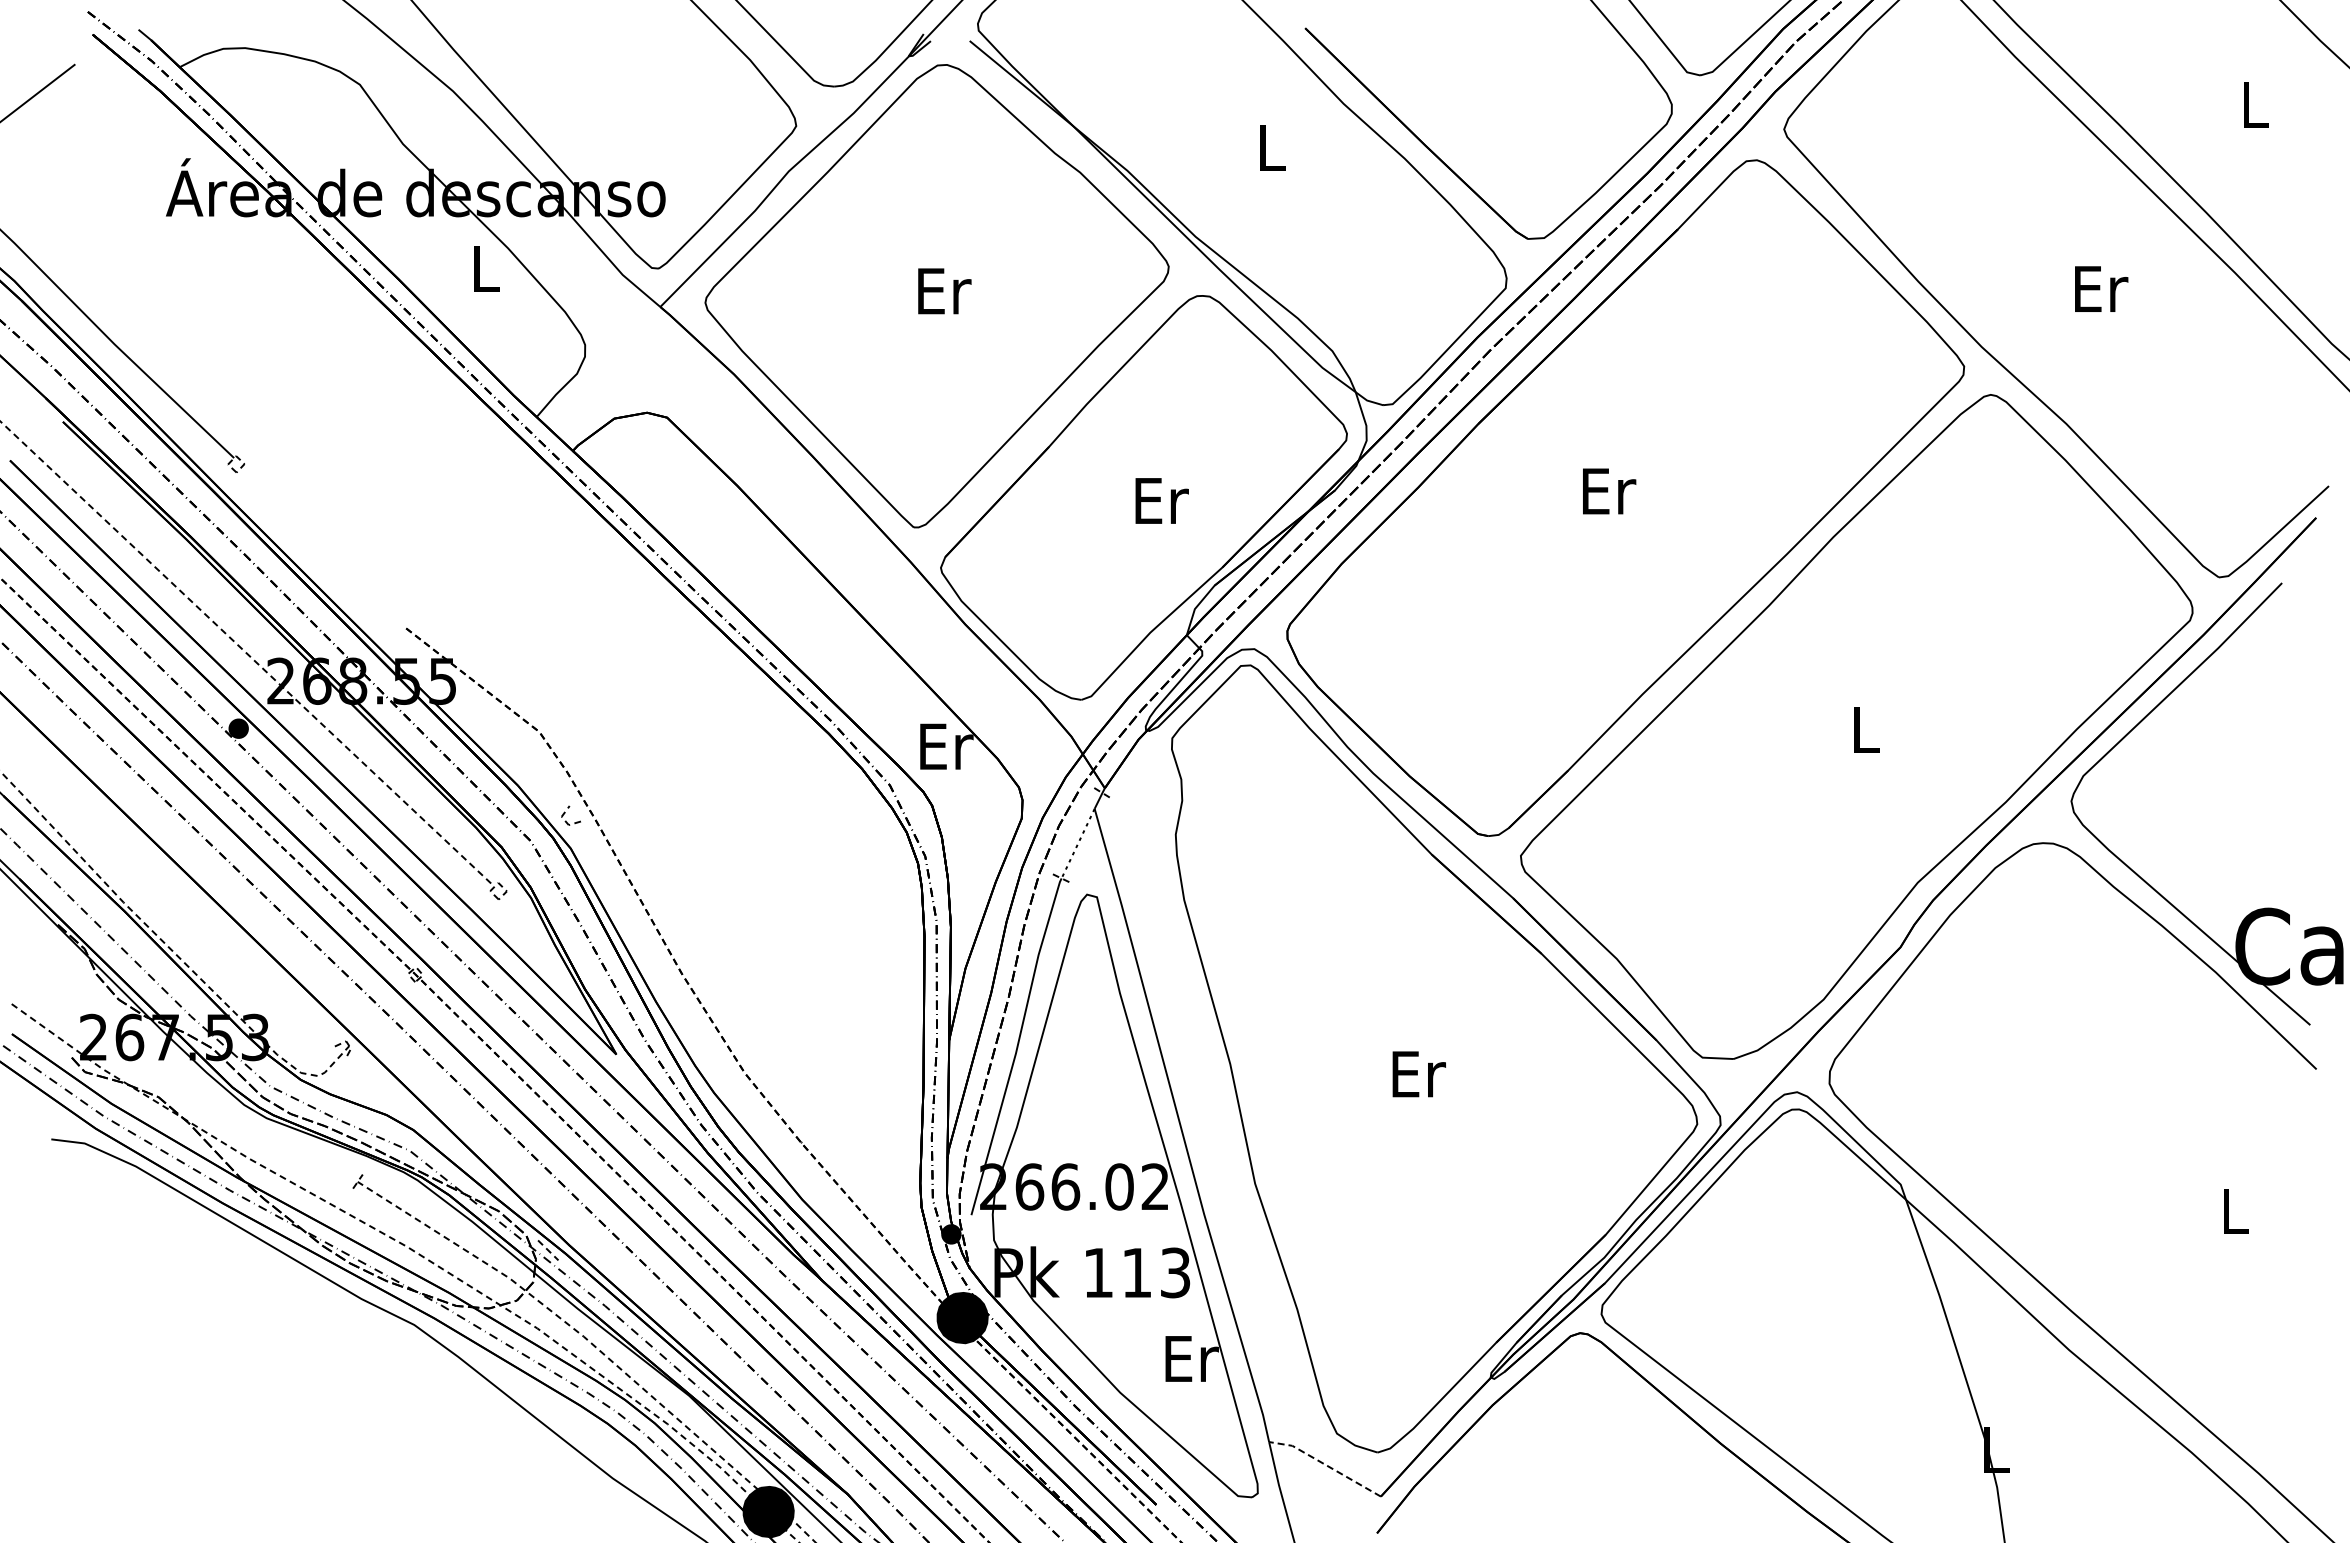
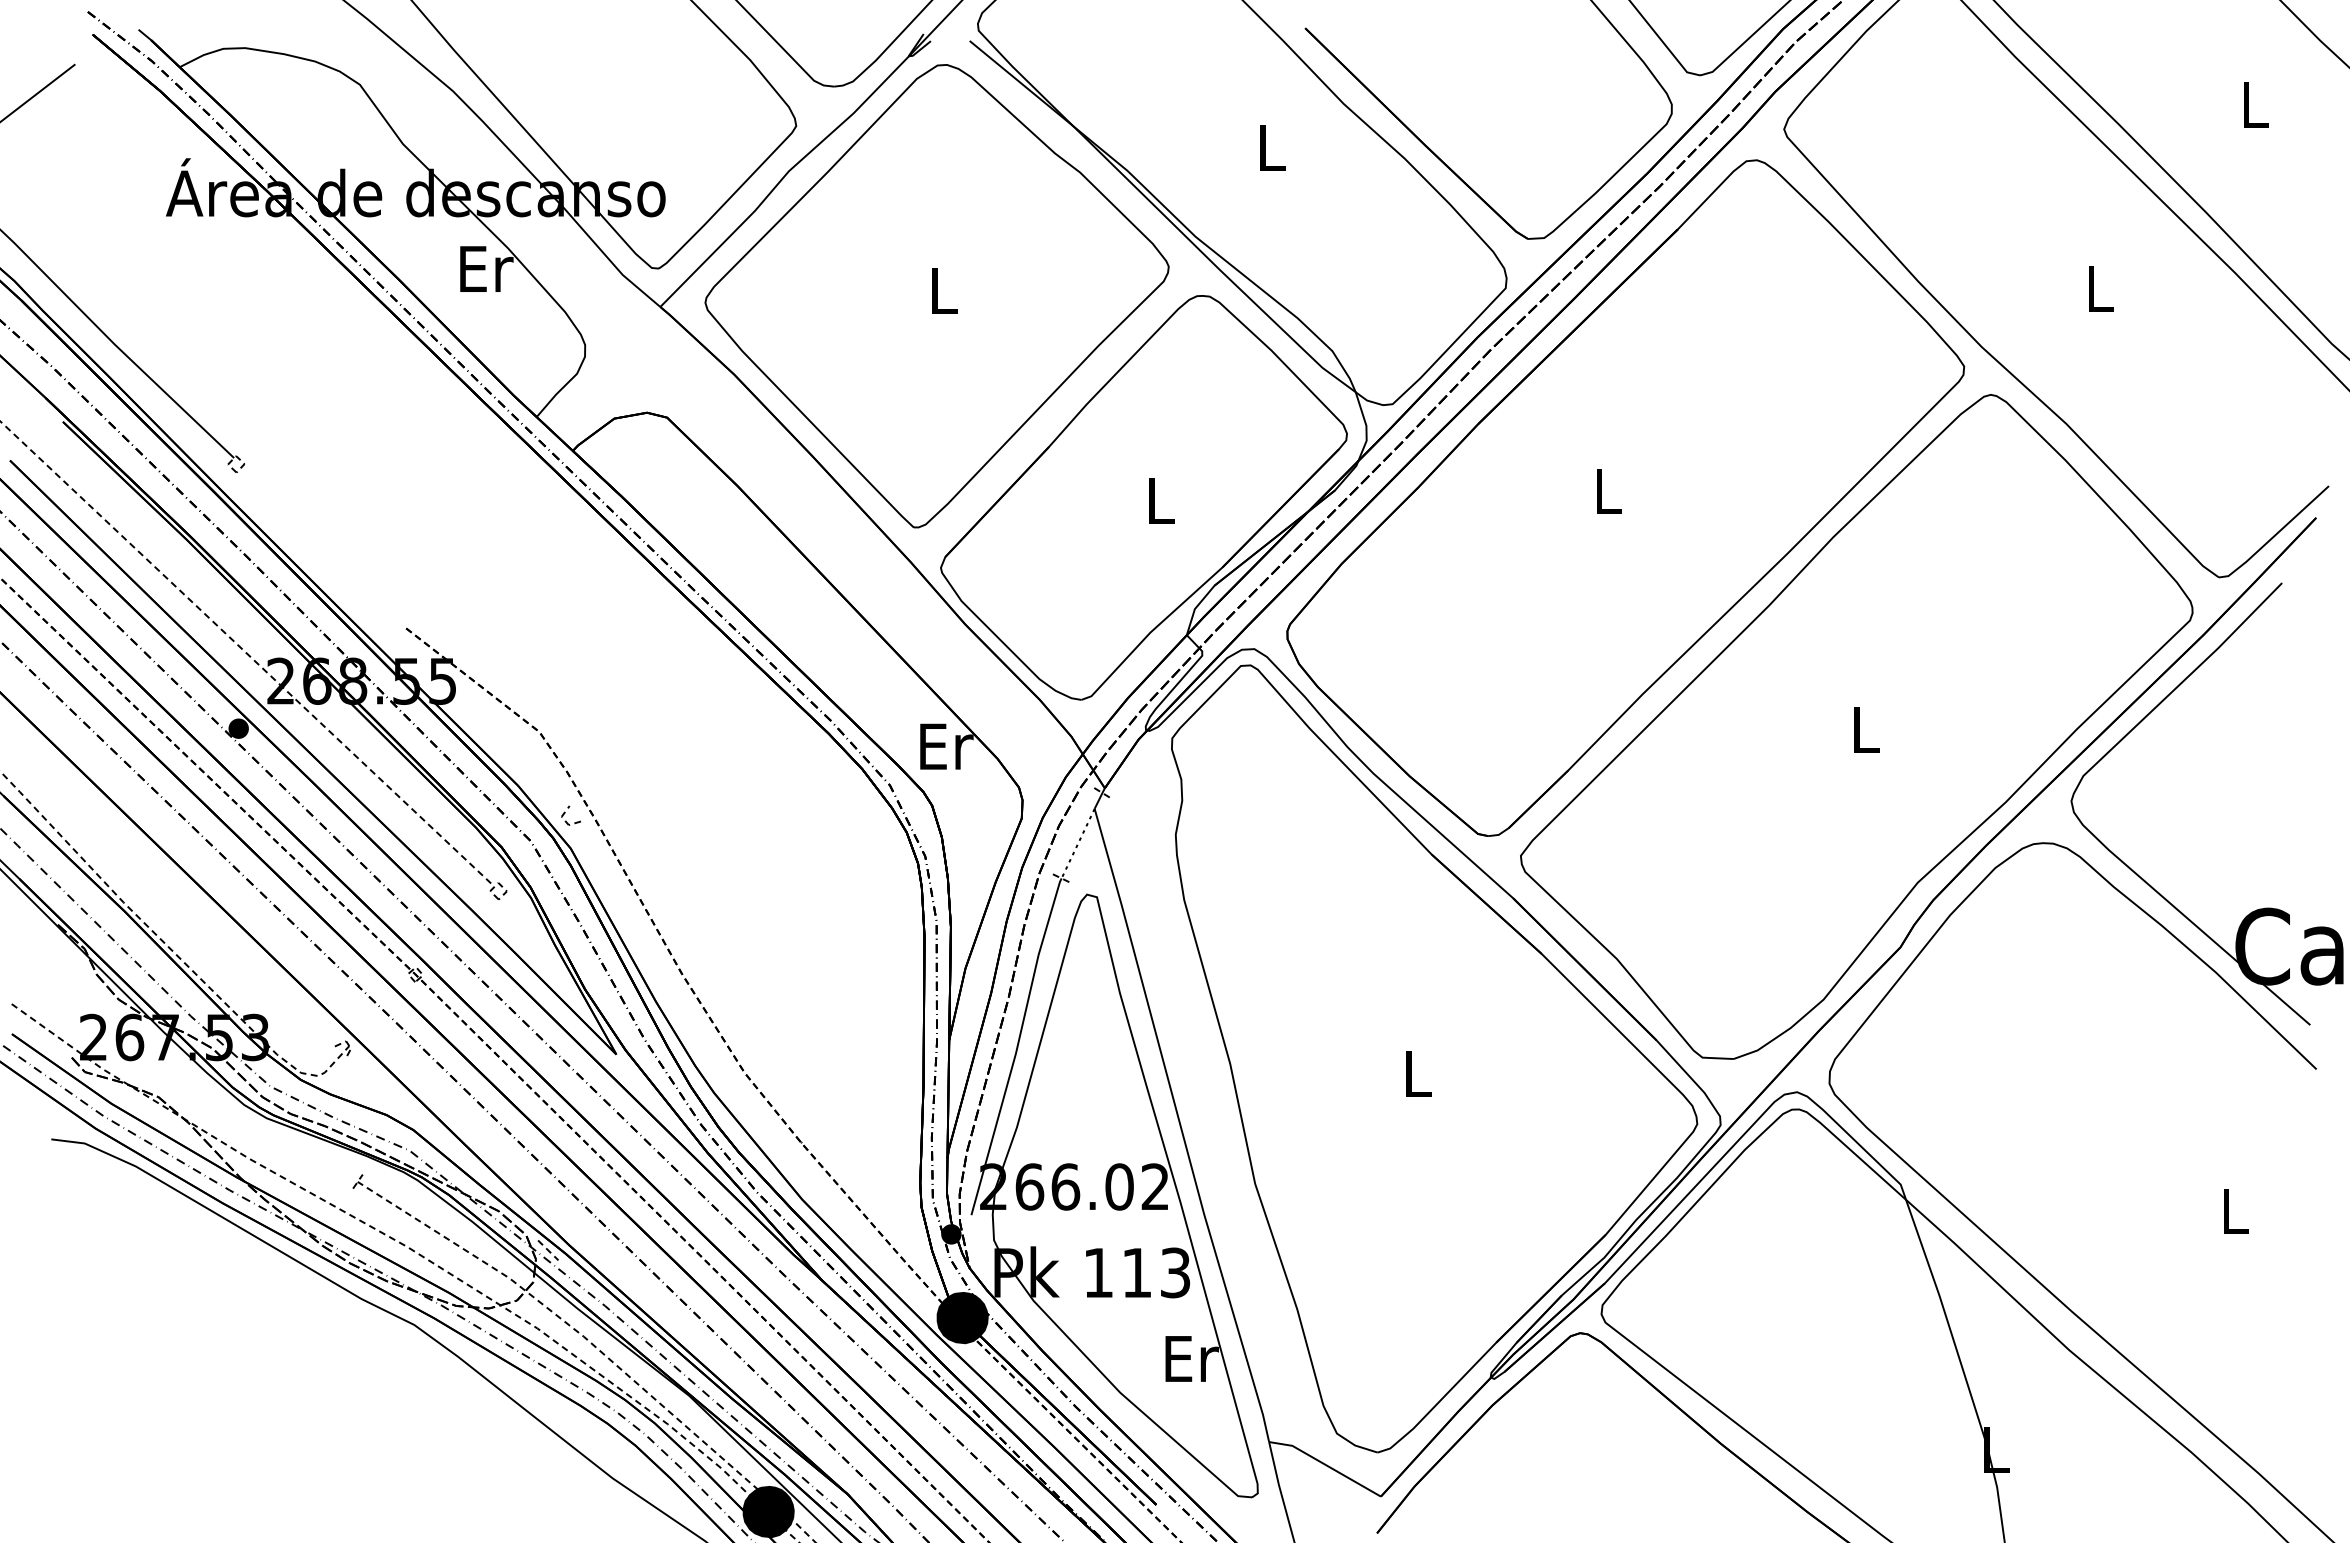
text at (486, 268): L -> Er
text at (2101, 288): Er -> L
text at (944, 291): Er -> L
text at (1609, 491): Er -> L
text at (1161, 500): Er -> L
text at (1418, 1074): Er -> L
line at (1325, 1465): dashed -> solid
